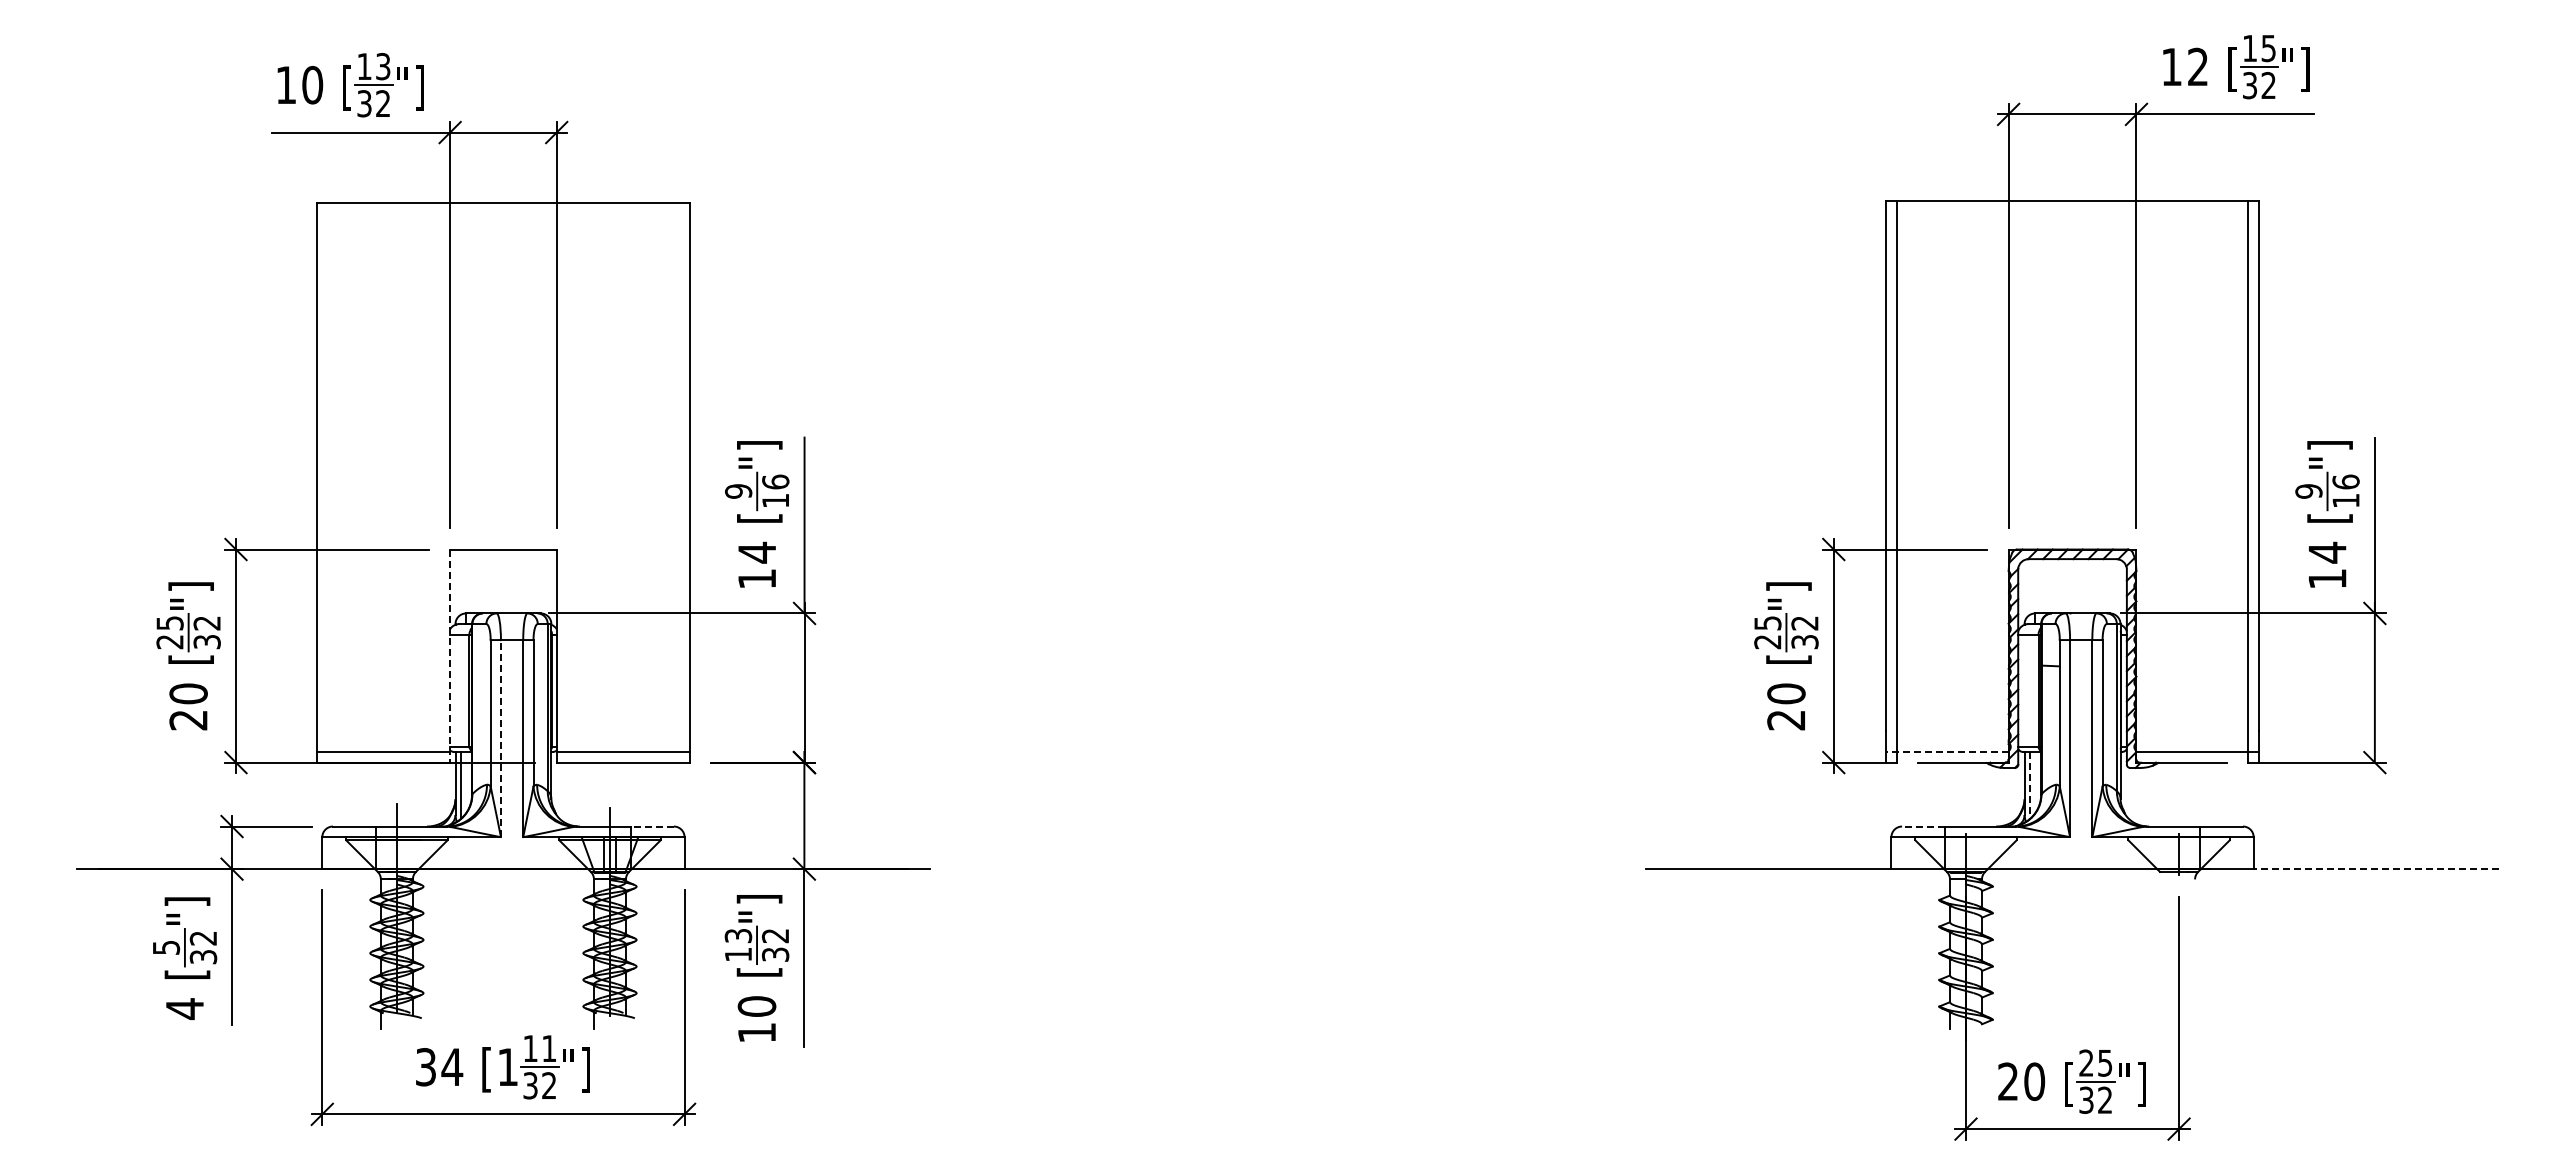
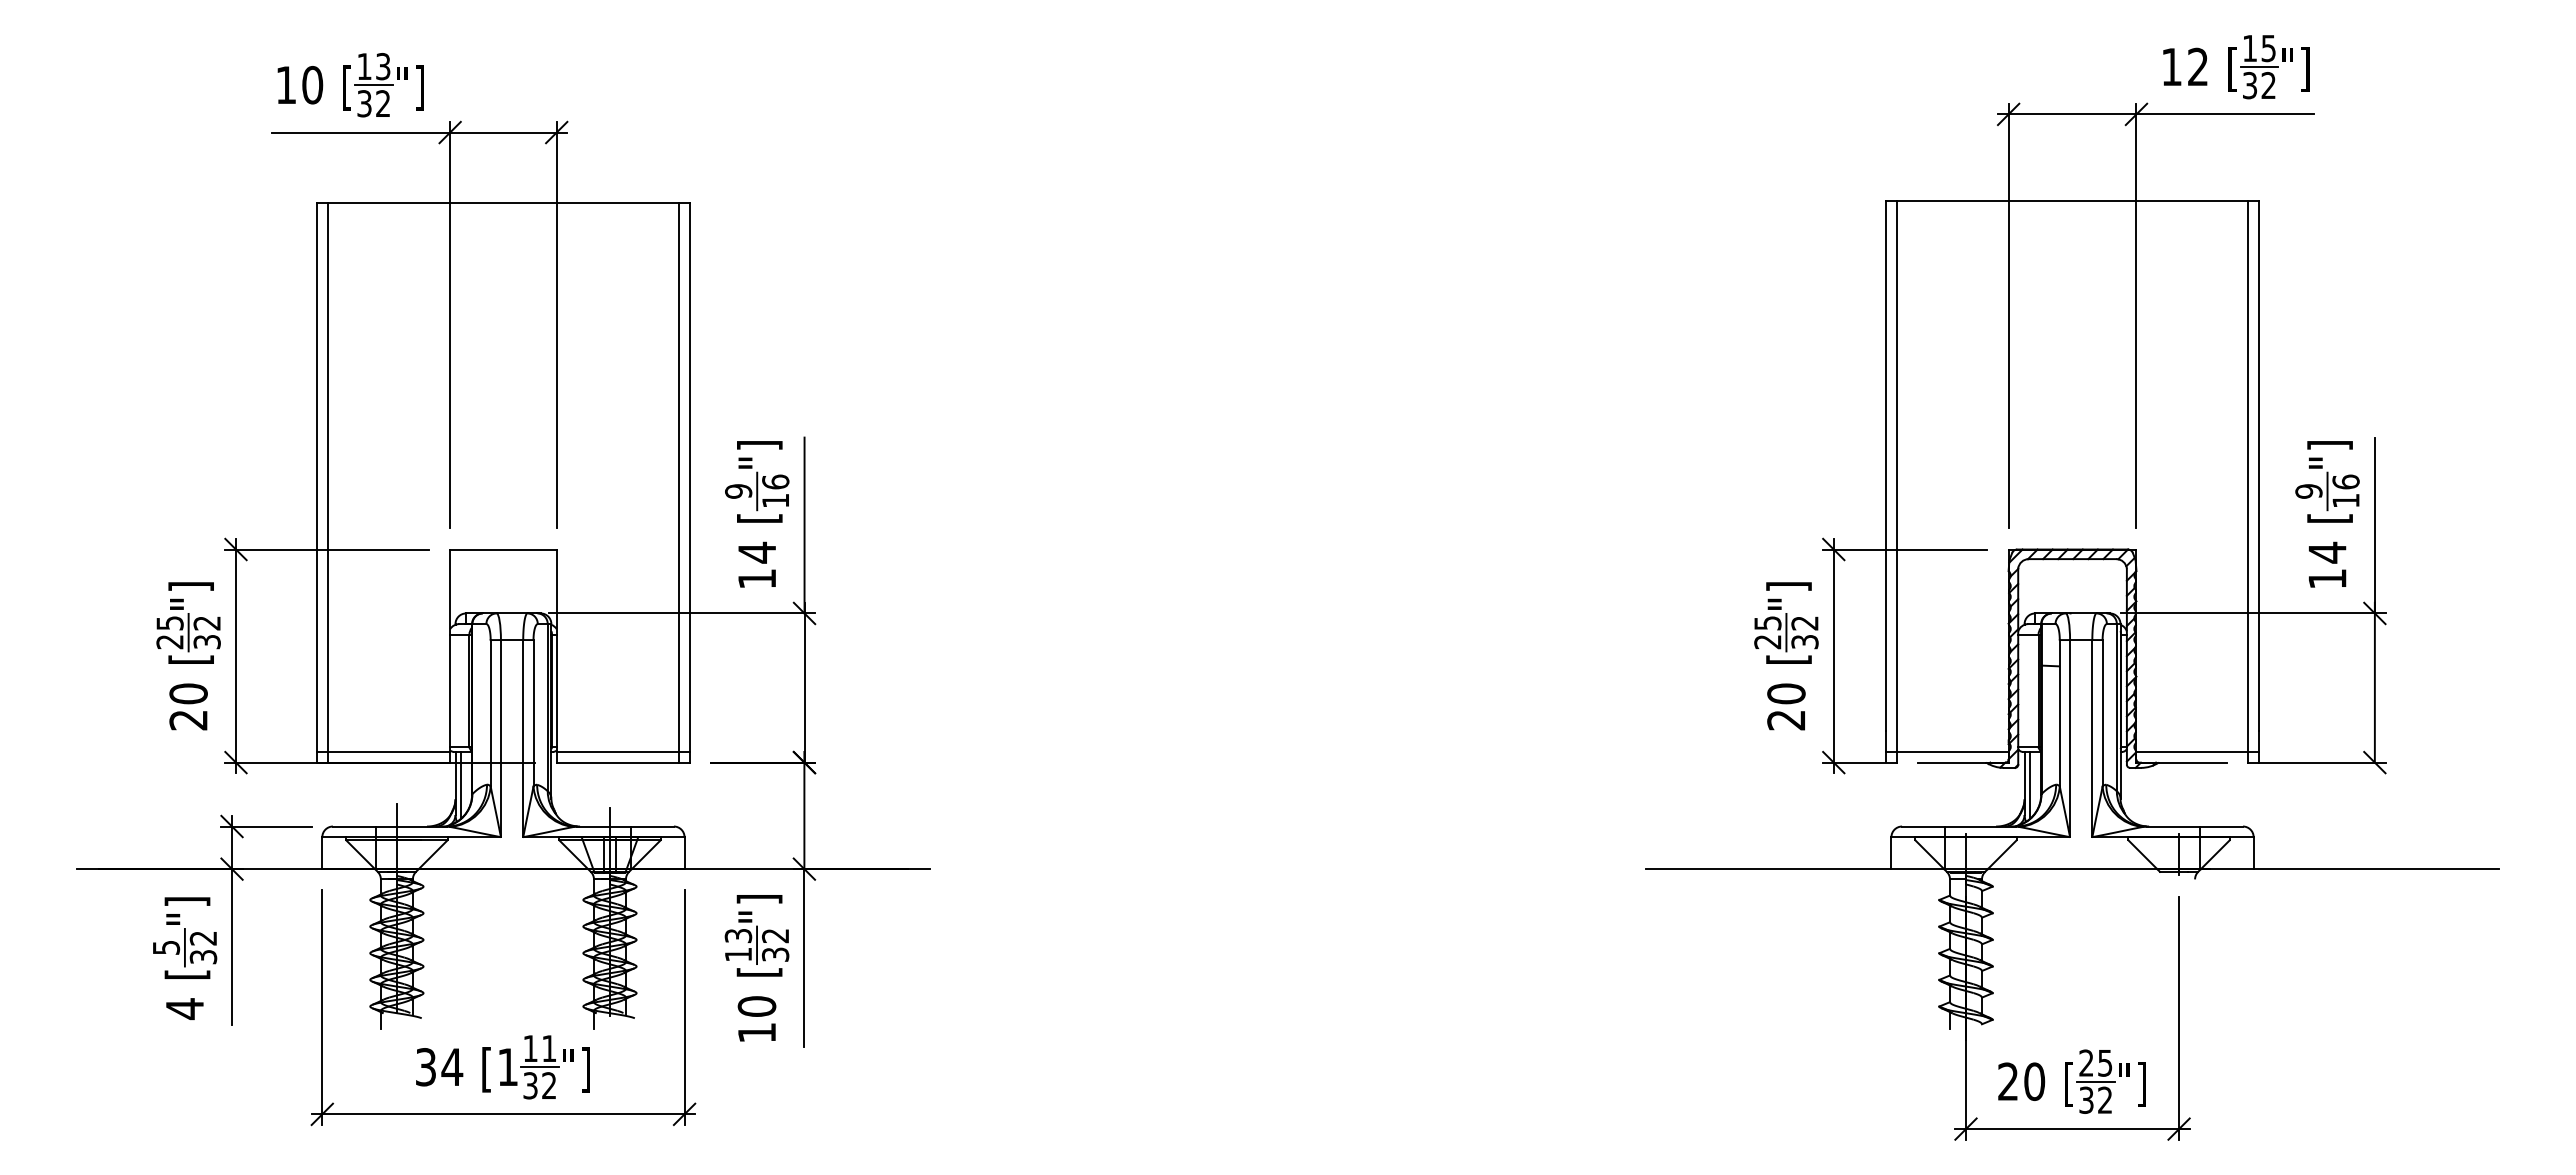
line at (327, 482): none -> present
line at (679, 482): none -> present
line at (450, 656): dashed -> solid
line at (500, 738): dashed -> solid
line at (1946, 751): dashed -> solid
line at (2029, 785): dashed -> solid
line at (652, 826): dashed -> solid
line at (1922, 826): dashed -> solid
line at (2376, 869): dashed -> solid
